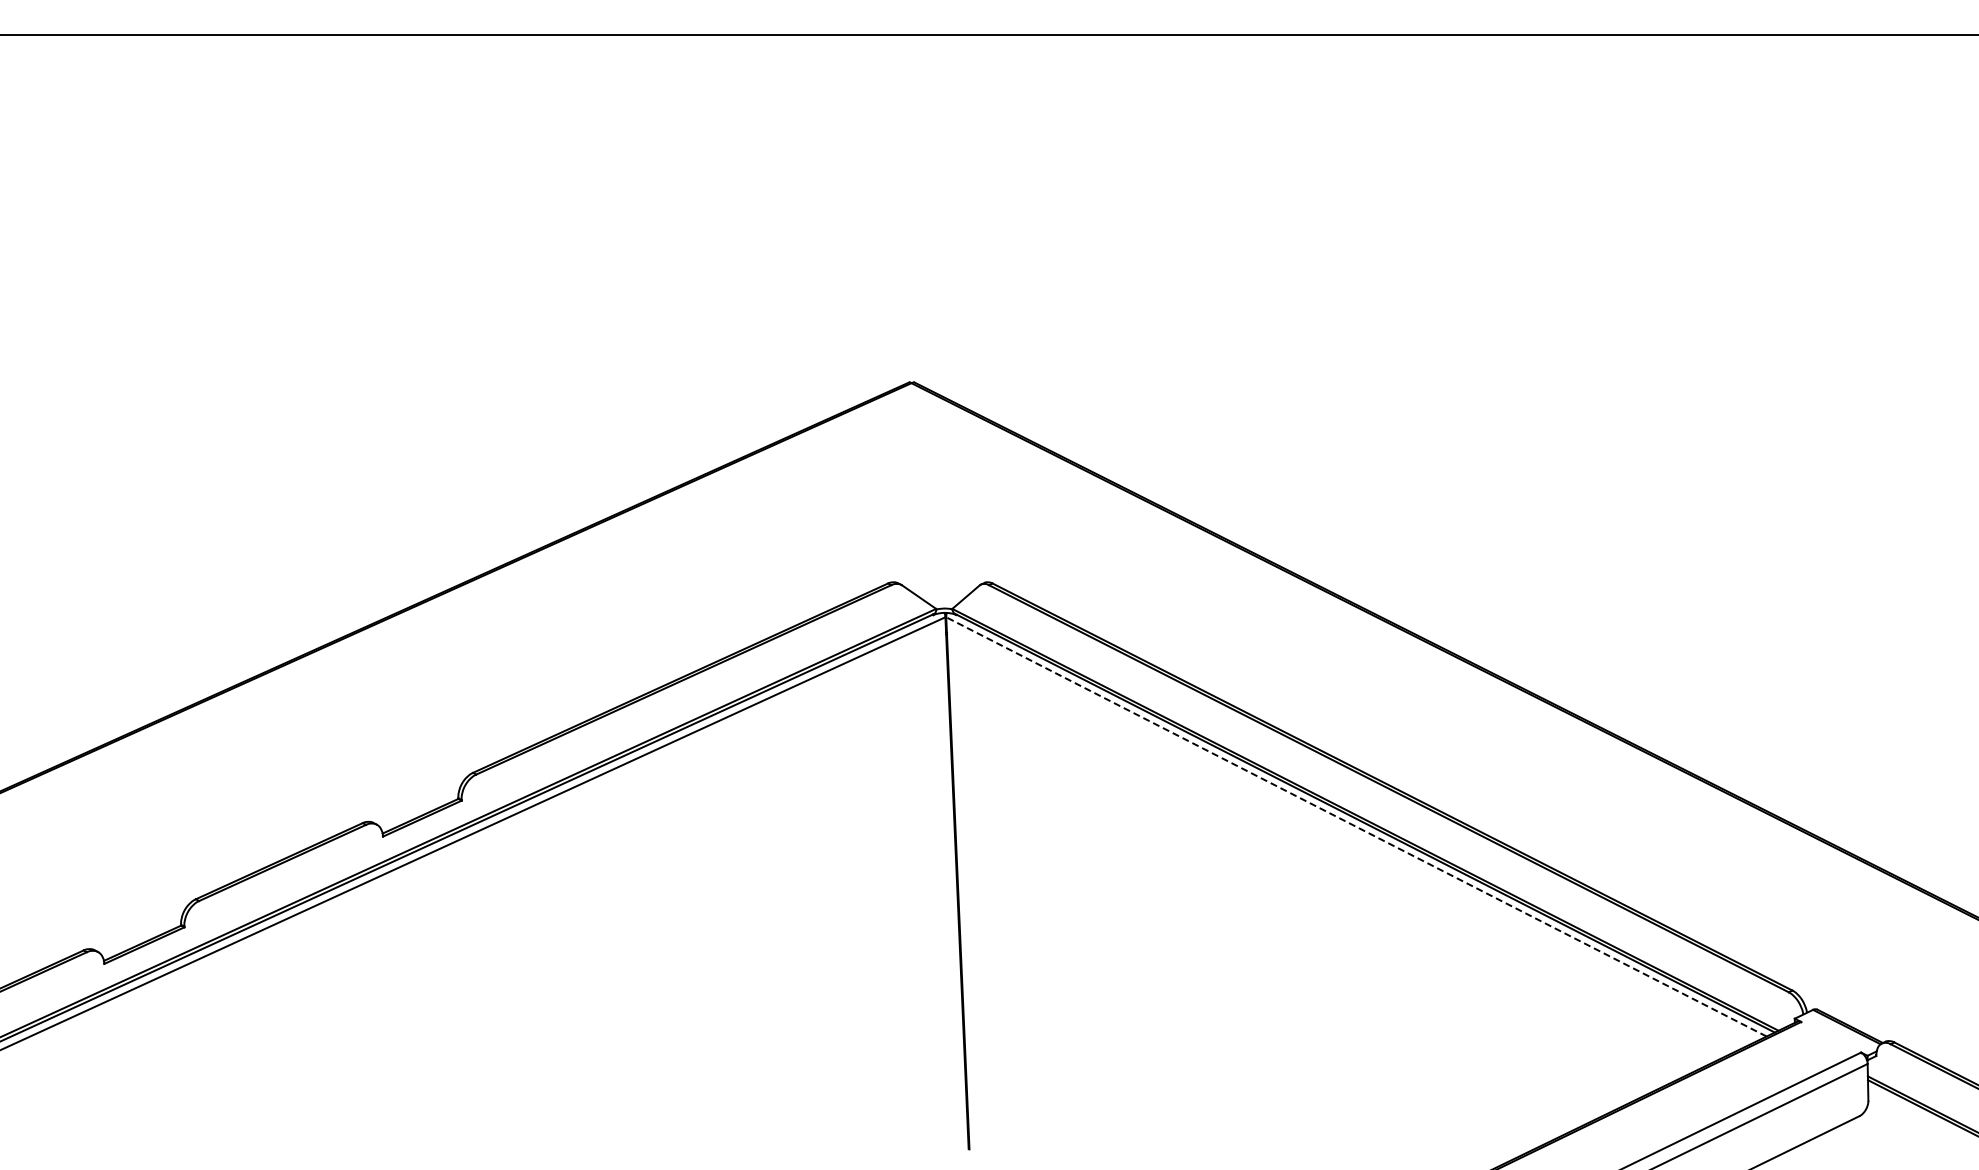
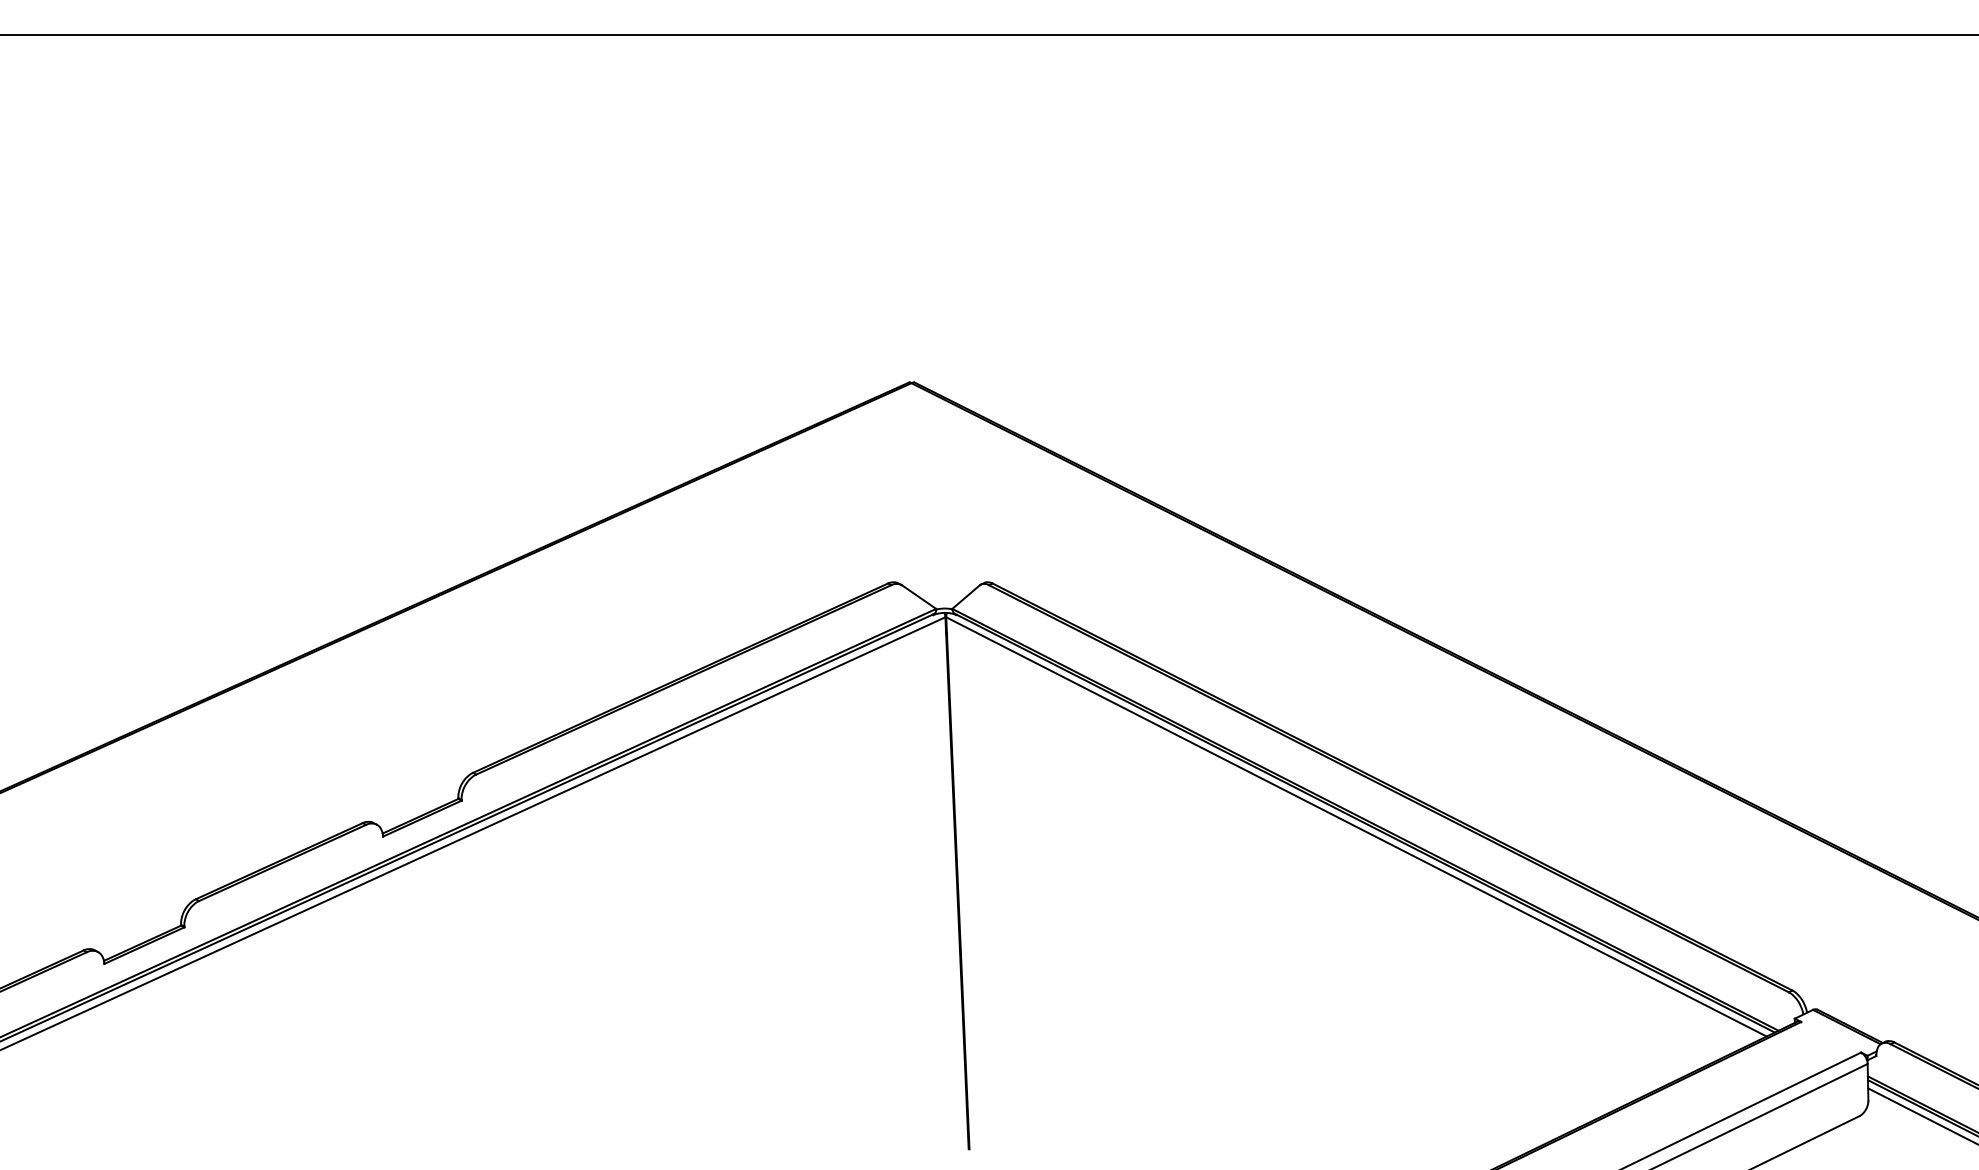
line at (1356, 826): dashed -> solid
line at (1921, 1115): none -> present
